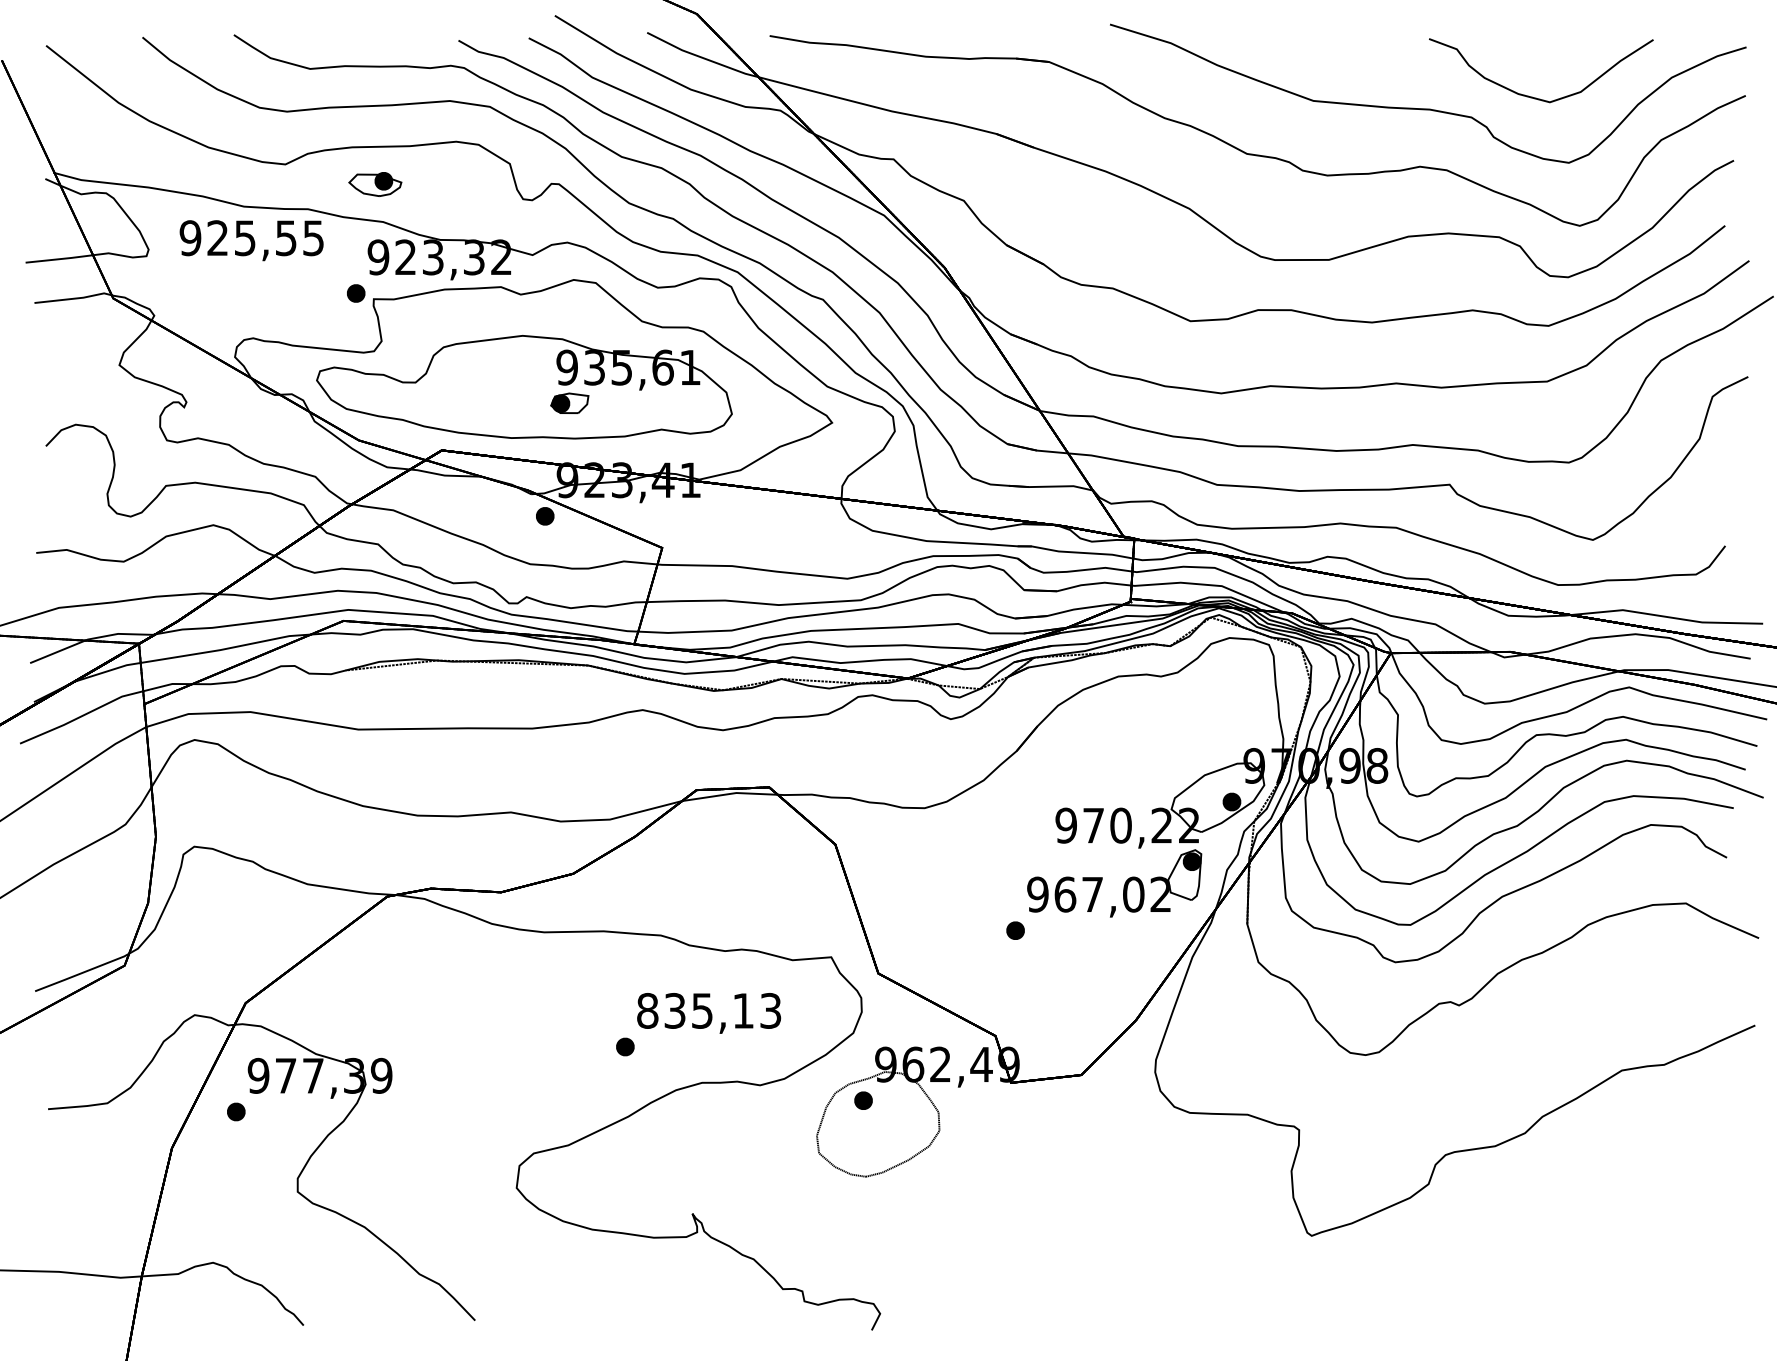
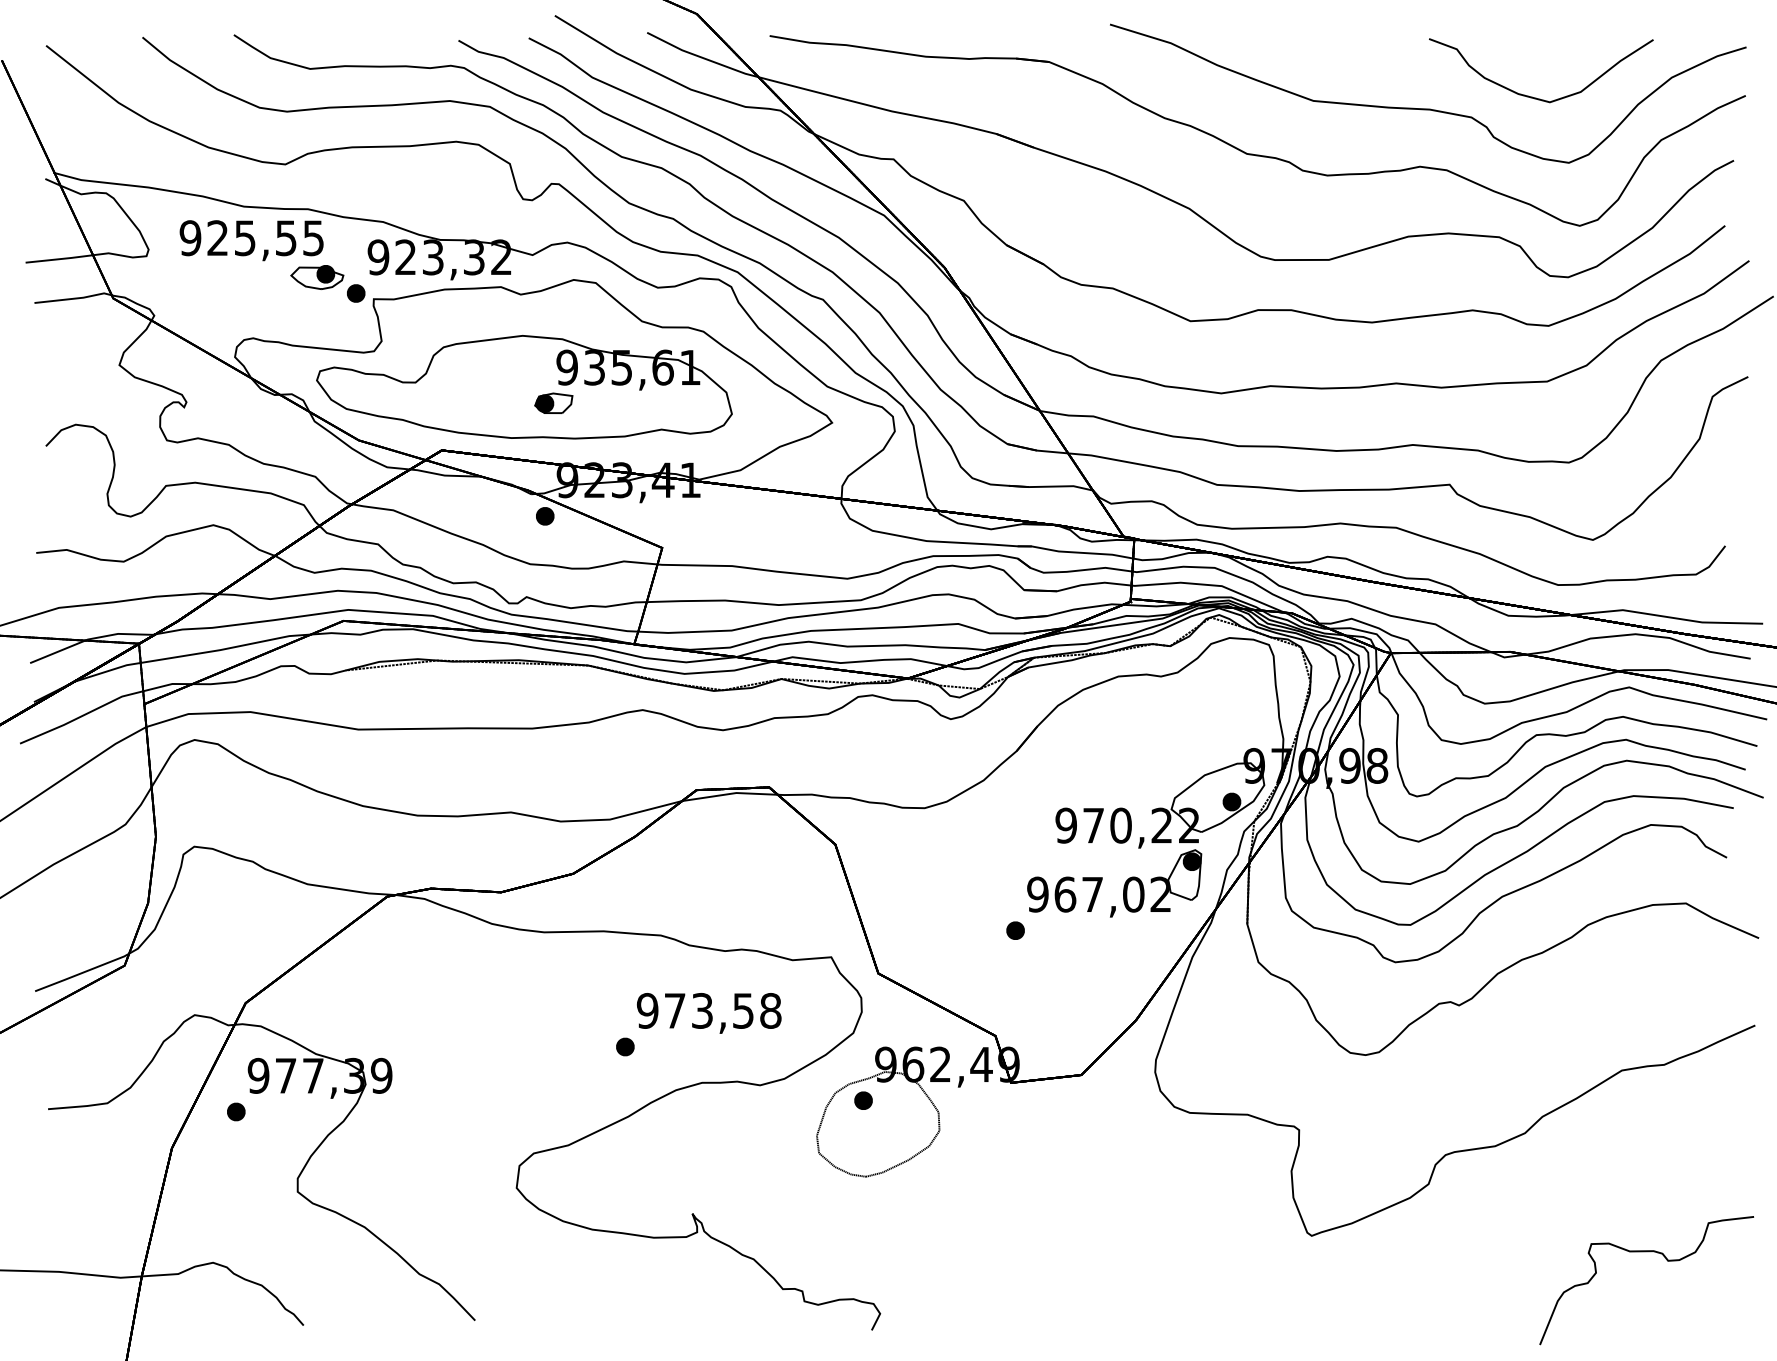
part at (375, 184) position: (375, 184) -> (317, 277)
part at (569, 402) position: (569, 402) -> (553, 402)
text at (708, 1010): 835,13 -> 973,58
curve at (1646, 1252): none -> present
